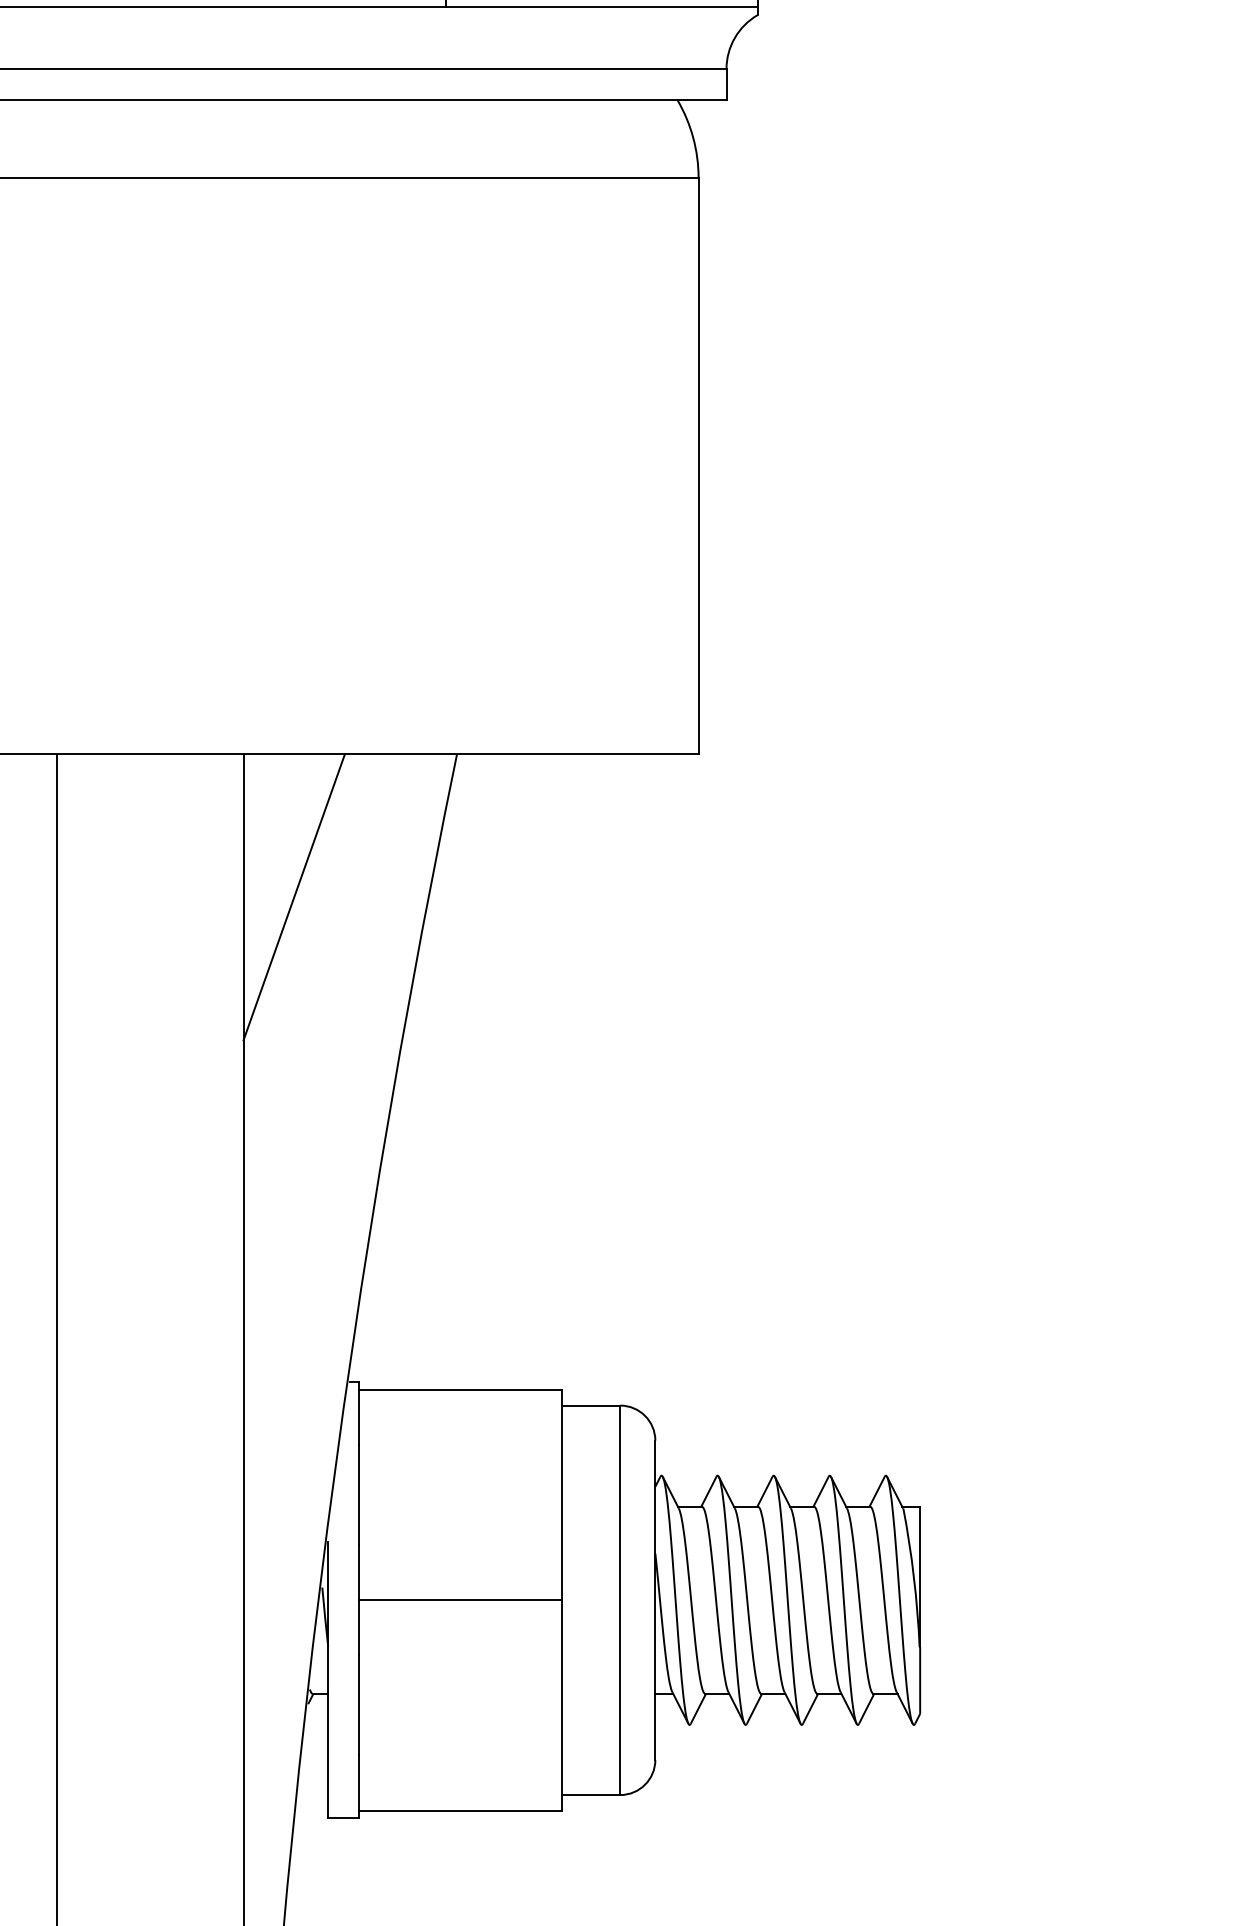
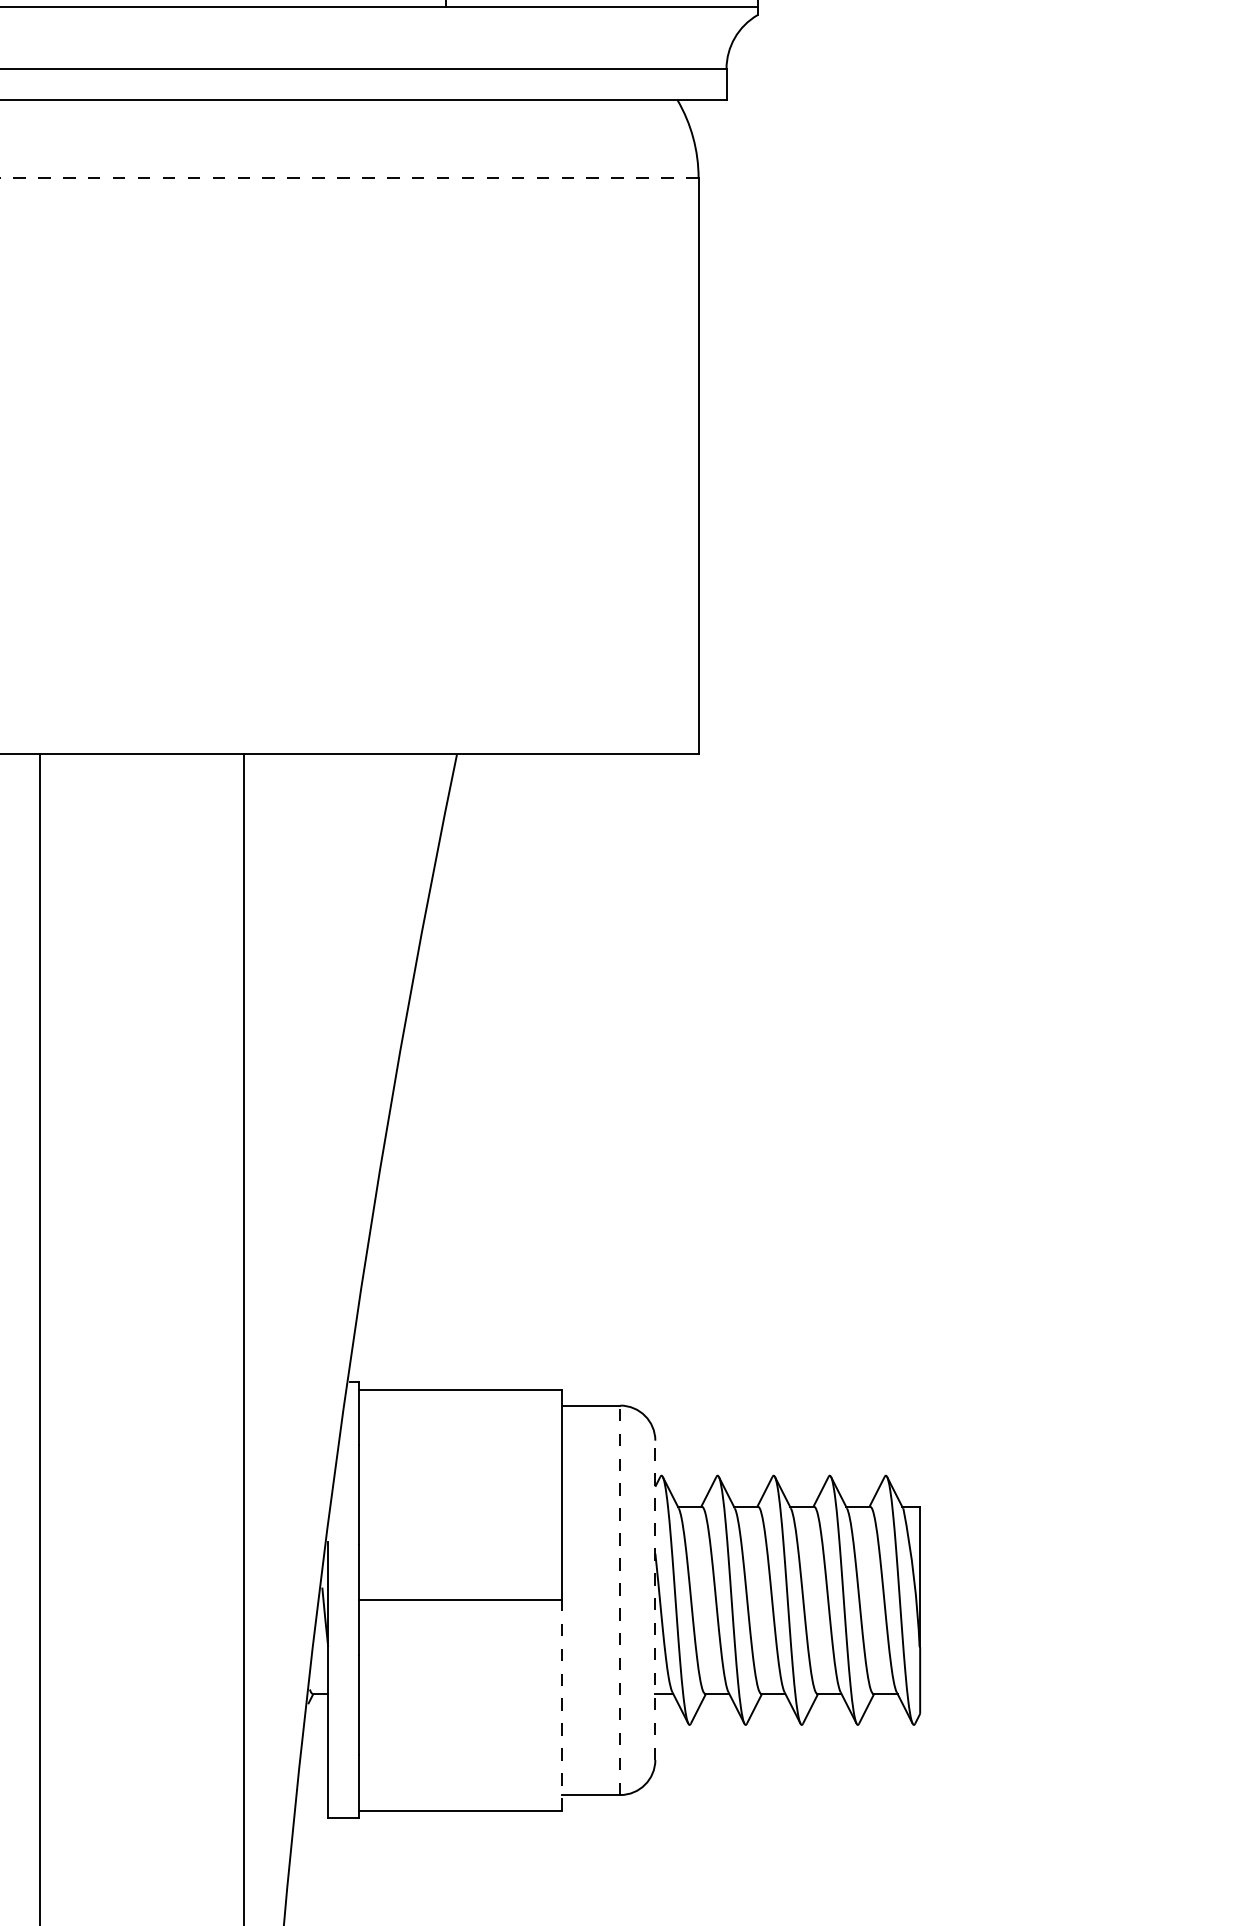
line at (349, 178): solid -> dashed
line at (293, 897): present -> none
line at (56, 1338) position: (56, 1338) -> (39, 1338)
line at (620, 1600): solid -> dashed
line at (655, 1600): solid -> dashed
line at (561, 1704): solid -> dashed
